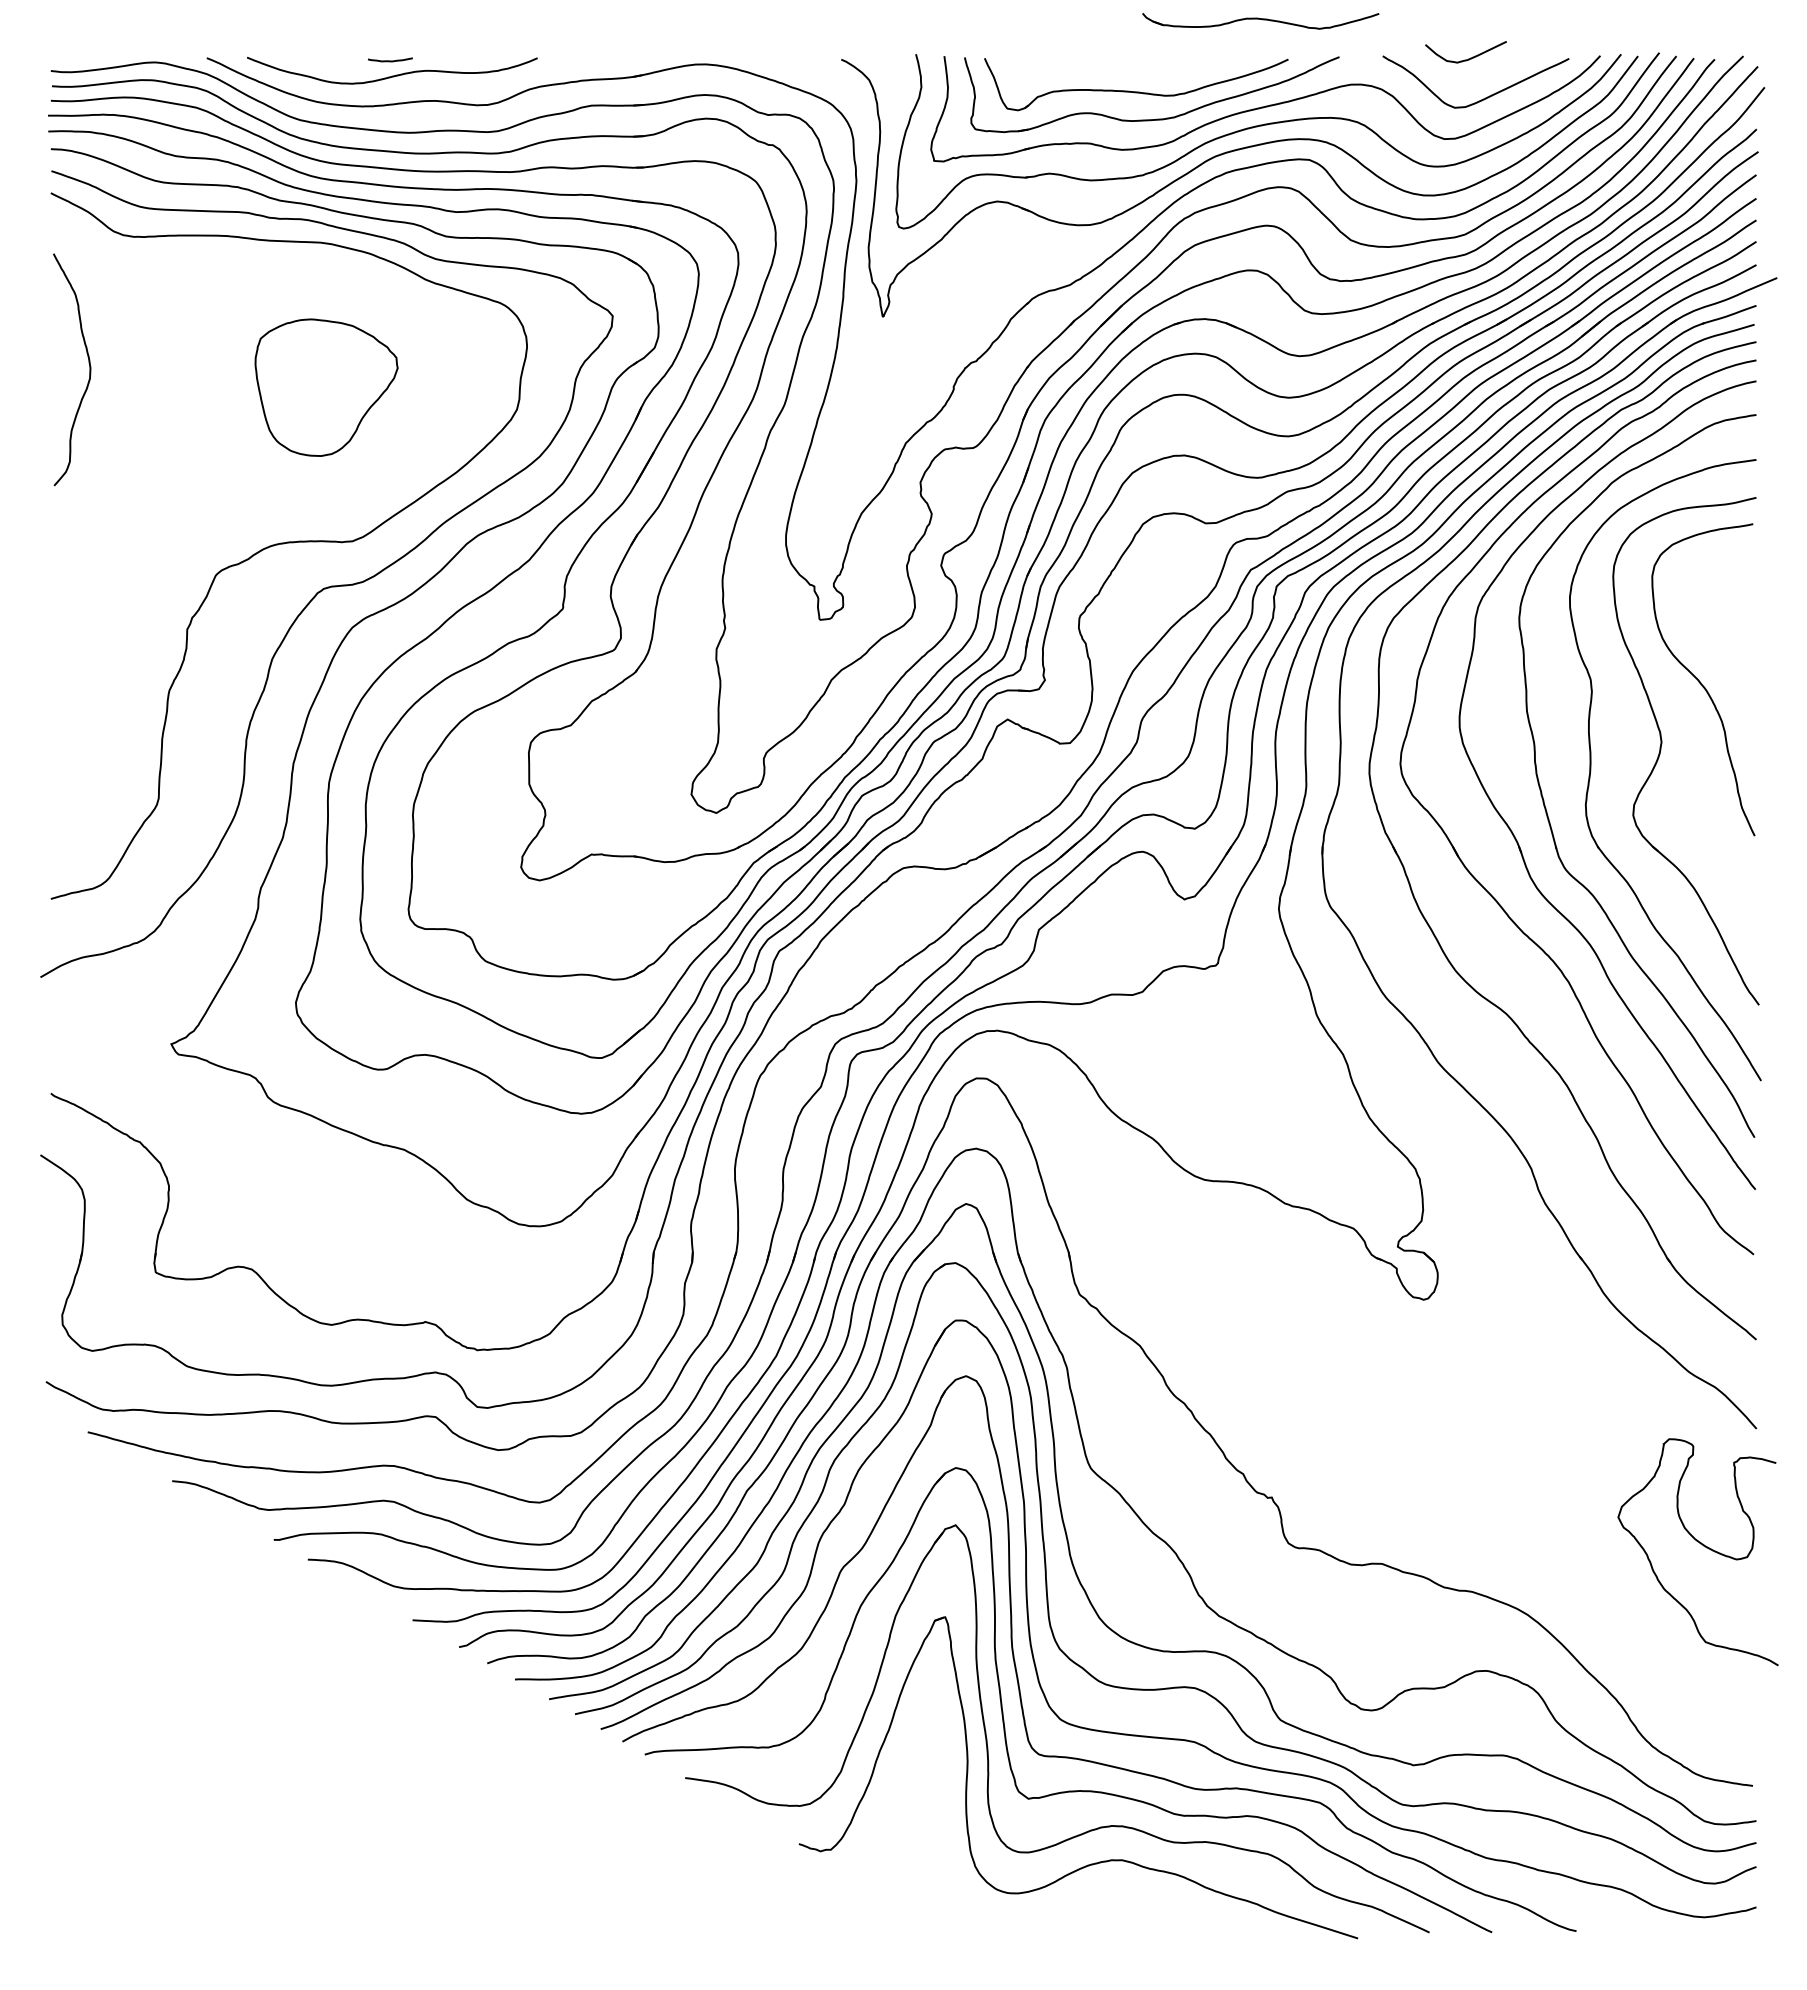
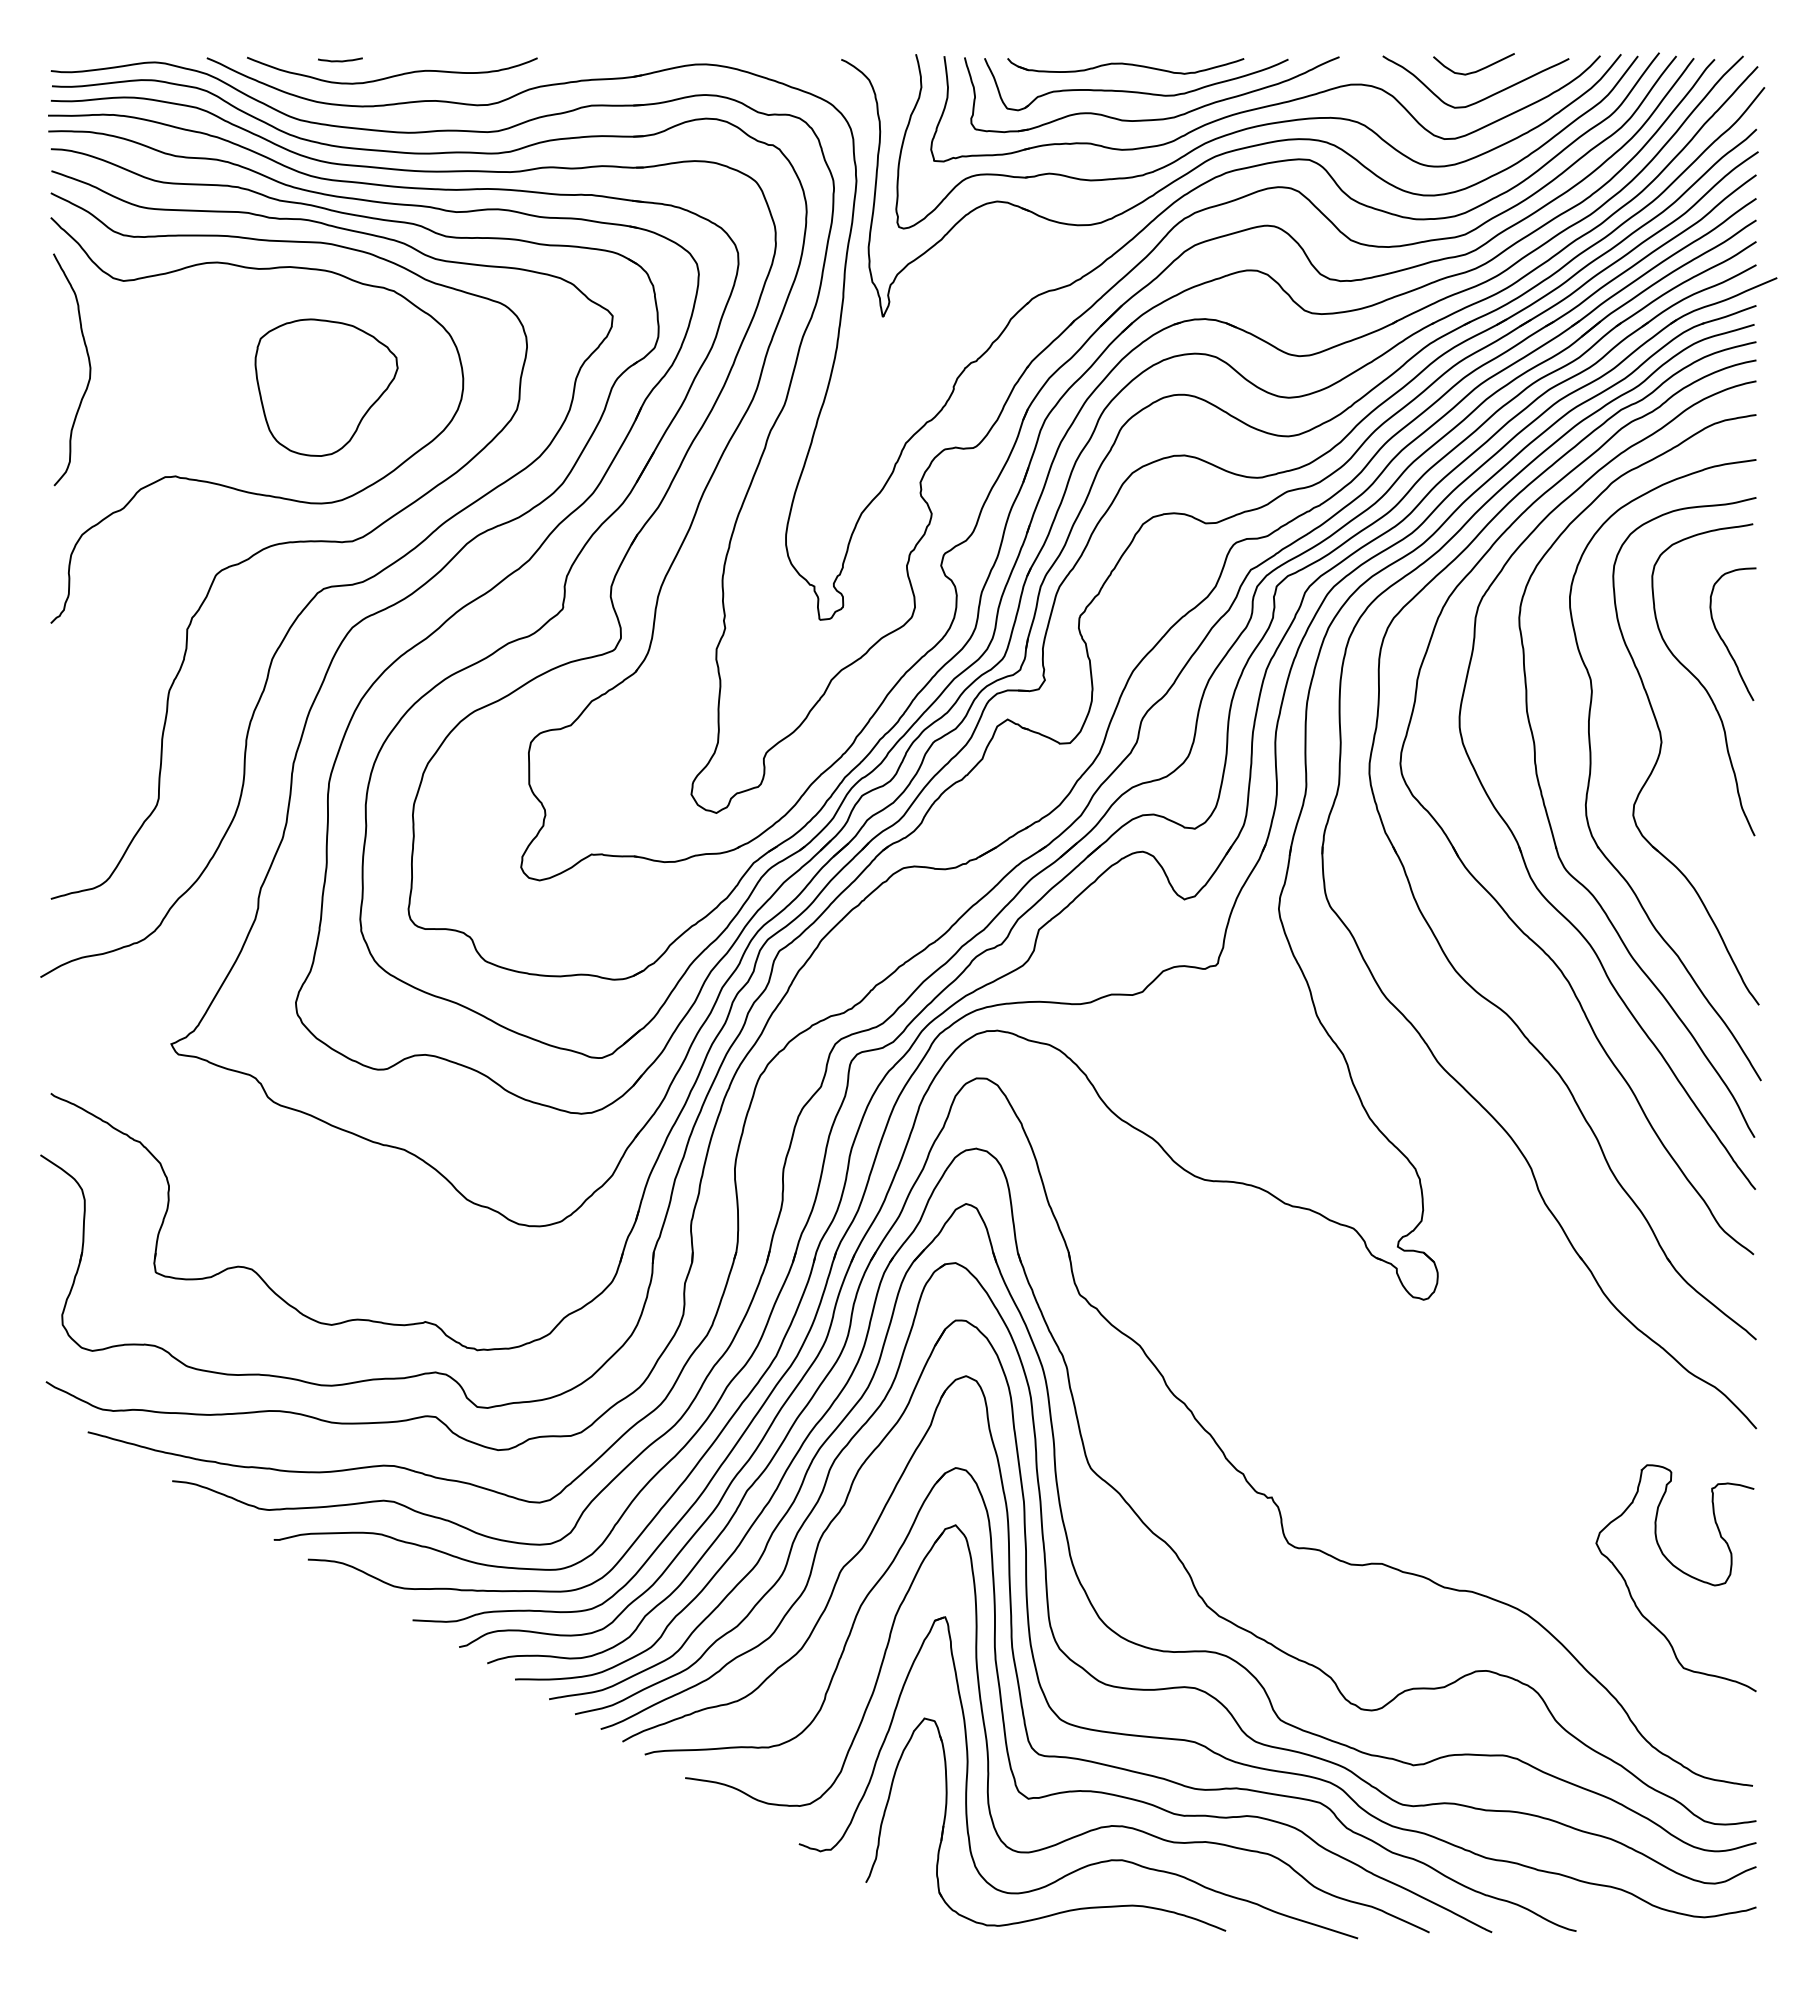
part at (1260, 21) position: (1260, 21) -> (1125, 66)
curve at (1468, 58) position: (1468, 58) -> (1476, 70)
curve at (390, 60) position: (390, 60) -> (340, 60)
curve at (241, 489): none -> present
curve at (1723, 639): none -> present
curve at (1703, 1546) position: (1703, 1546) -> (1681, 1572)
part at (1060, 1911): none -> present
